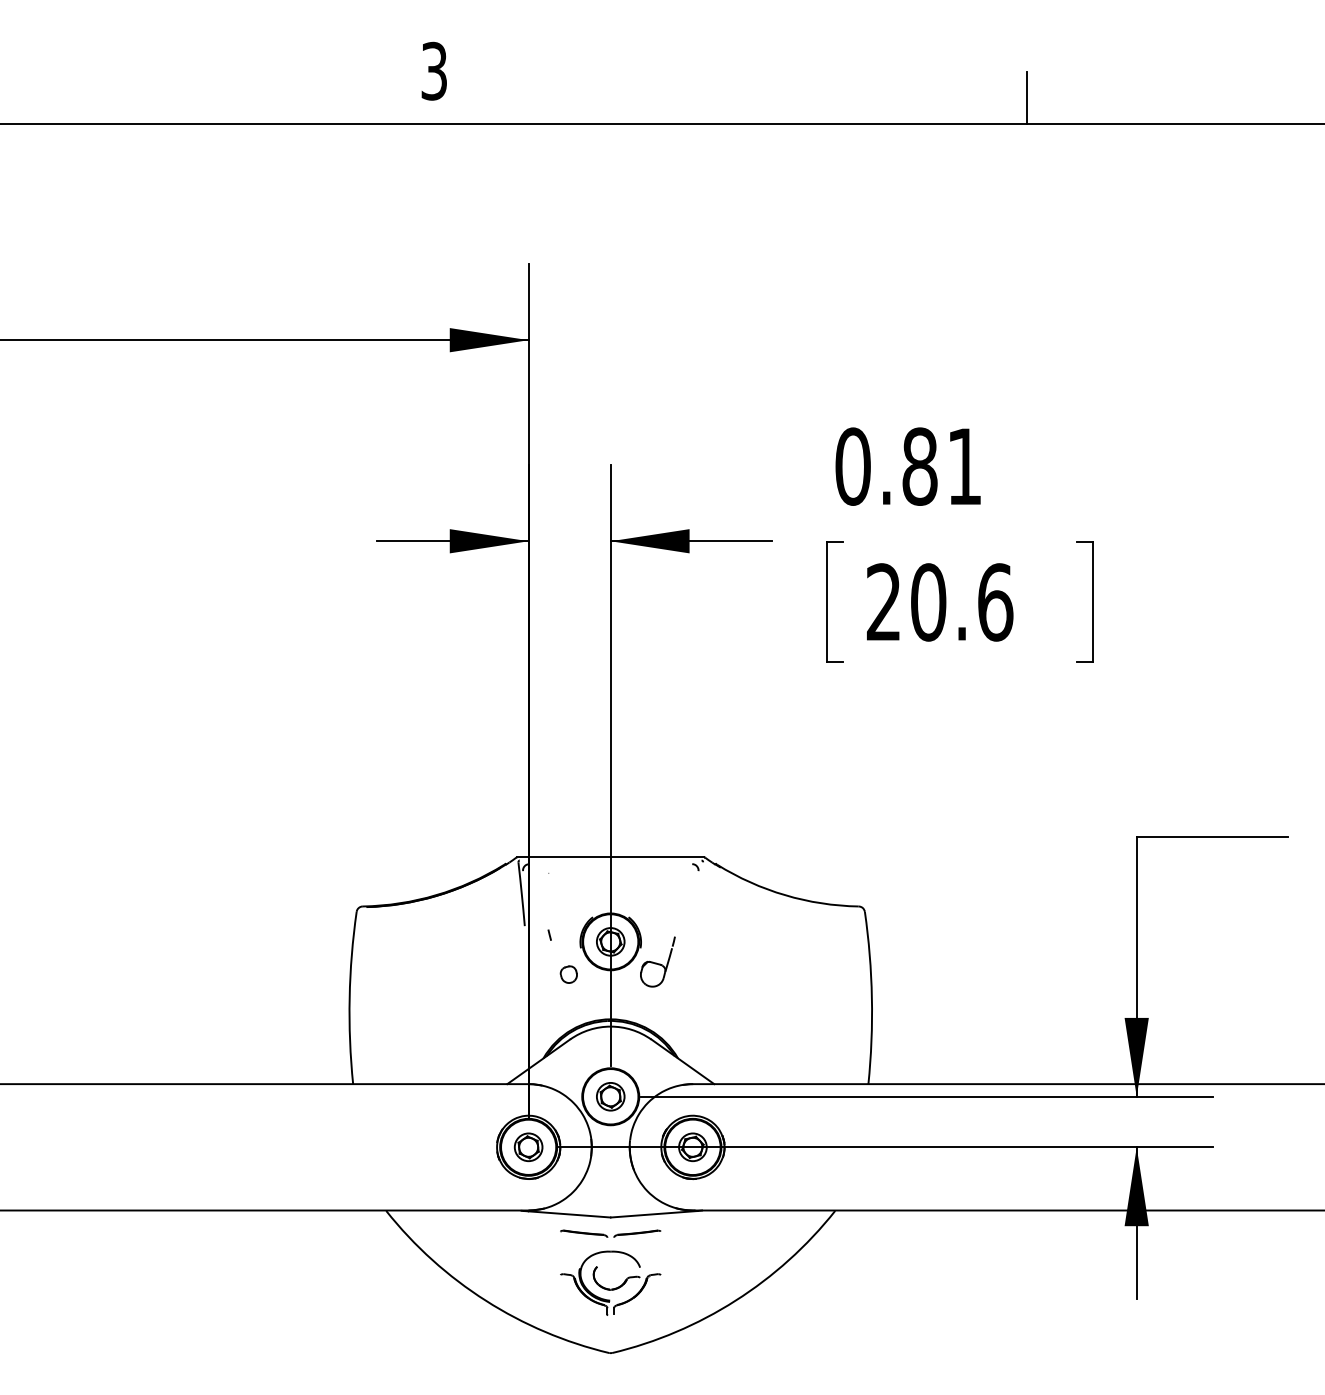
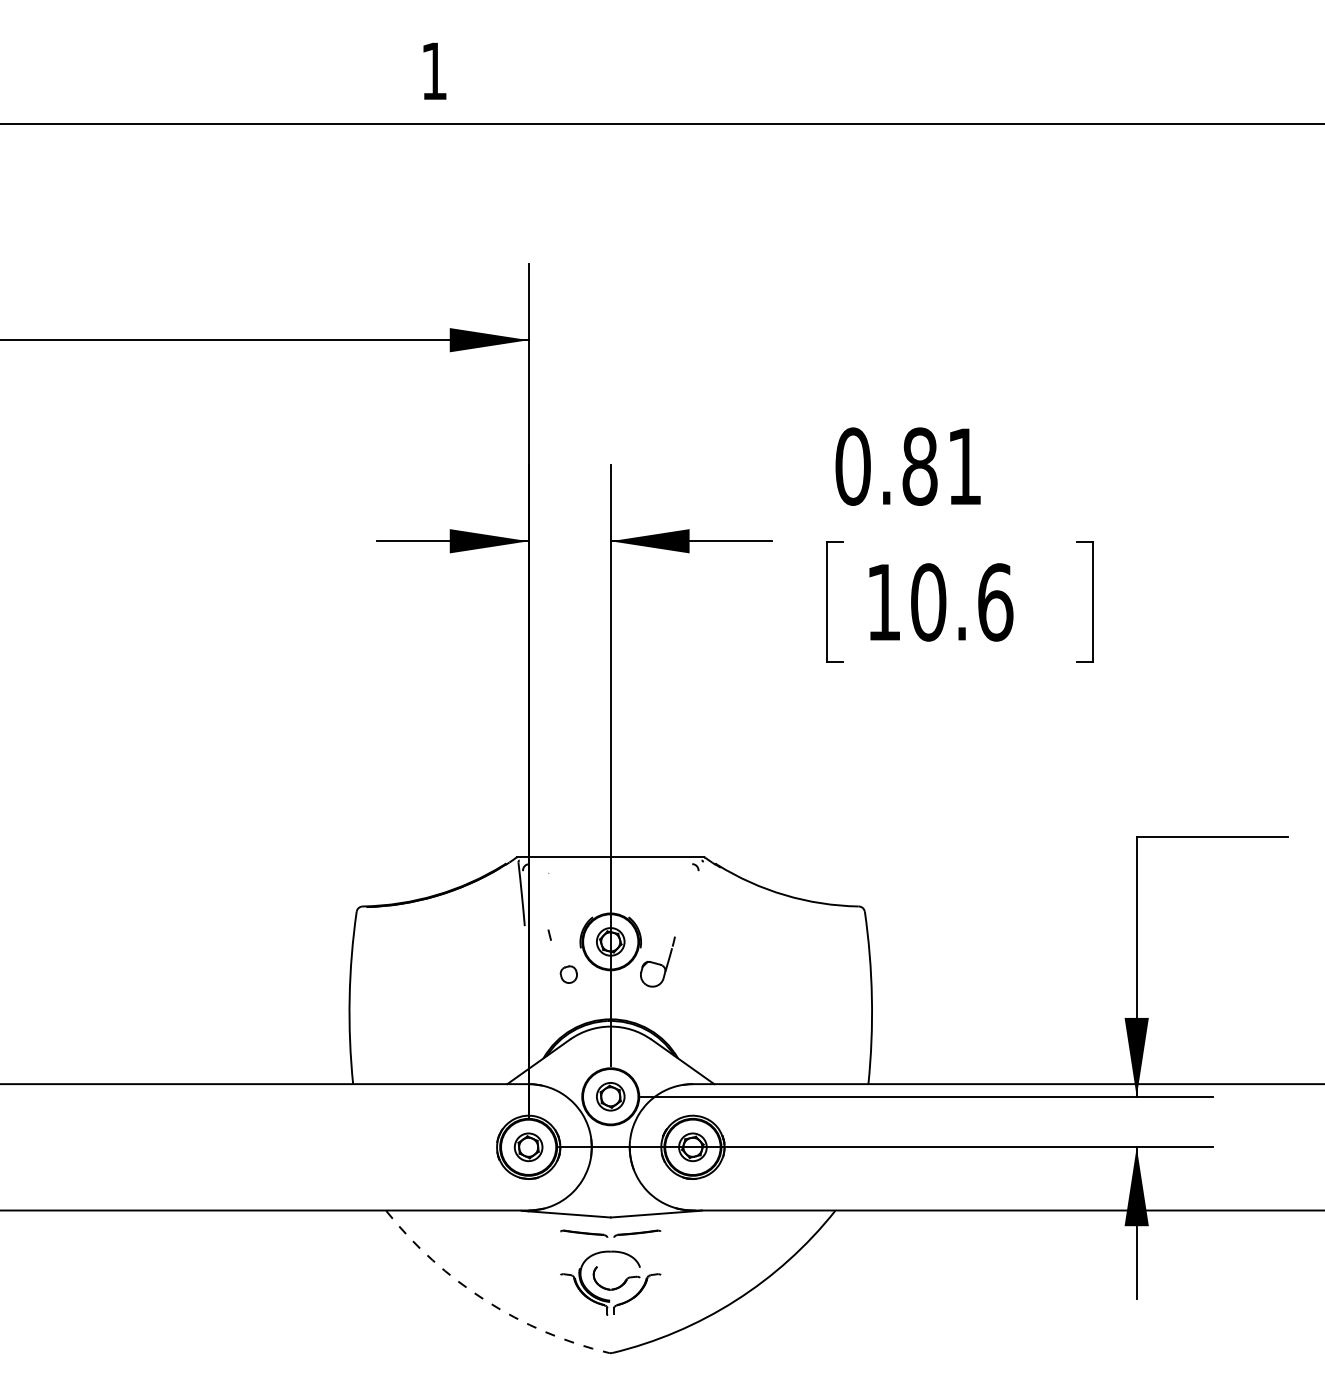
text at (433, 70): 3 -> 1
line at (1026, 97): present -> none
text at (883, 601): 20.6 -> 10.6
arc at (485, 1300): solid -> dashed
